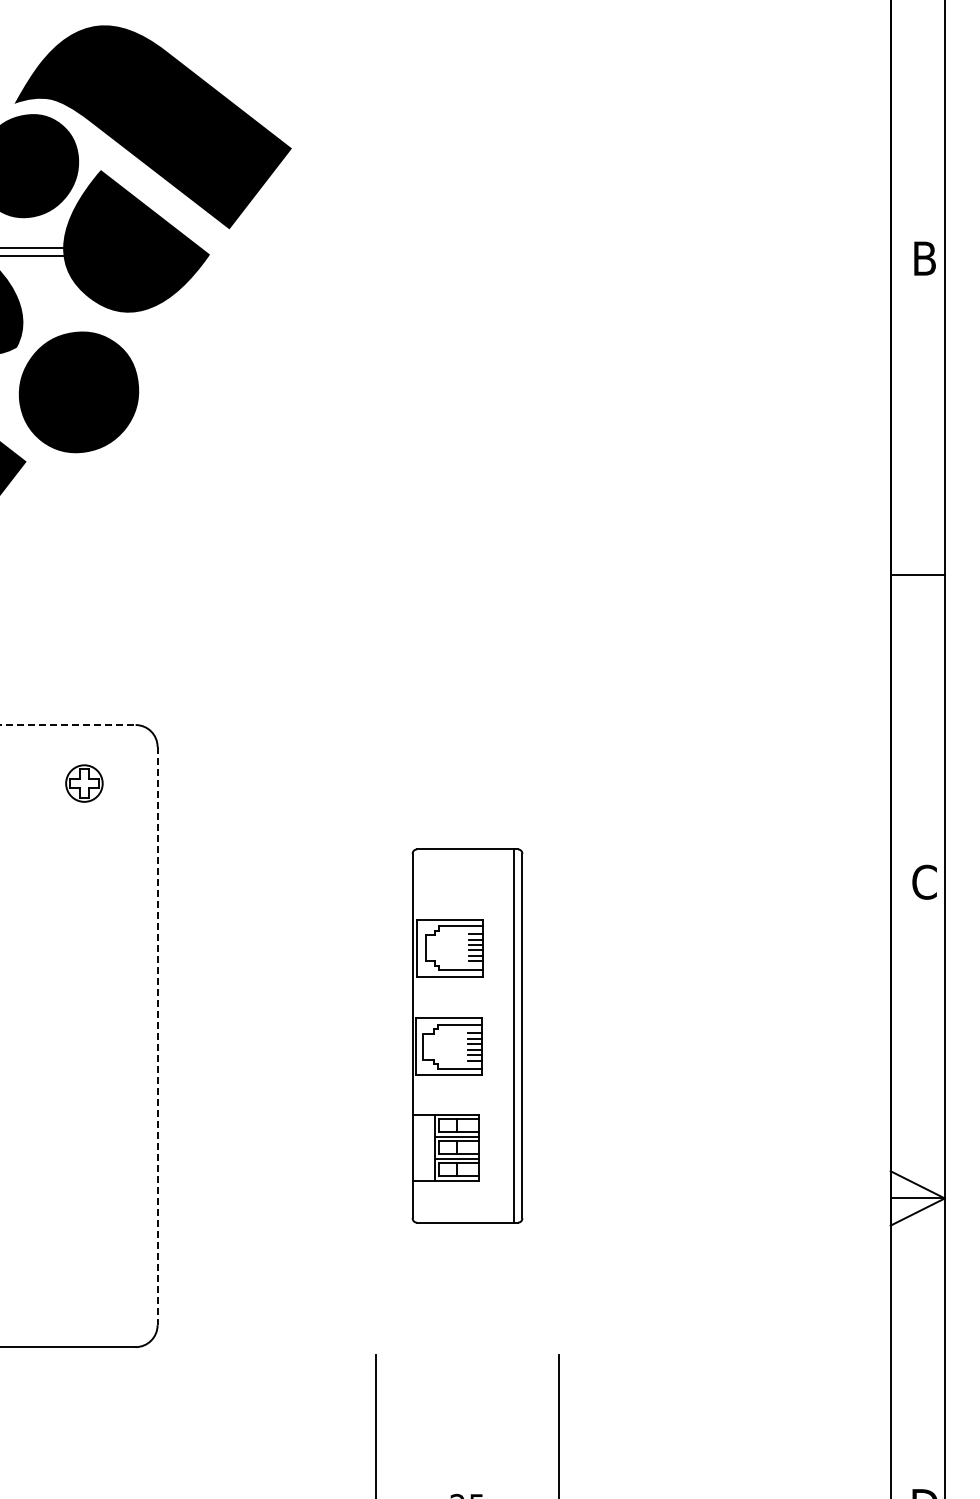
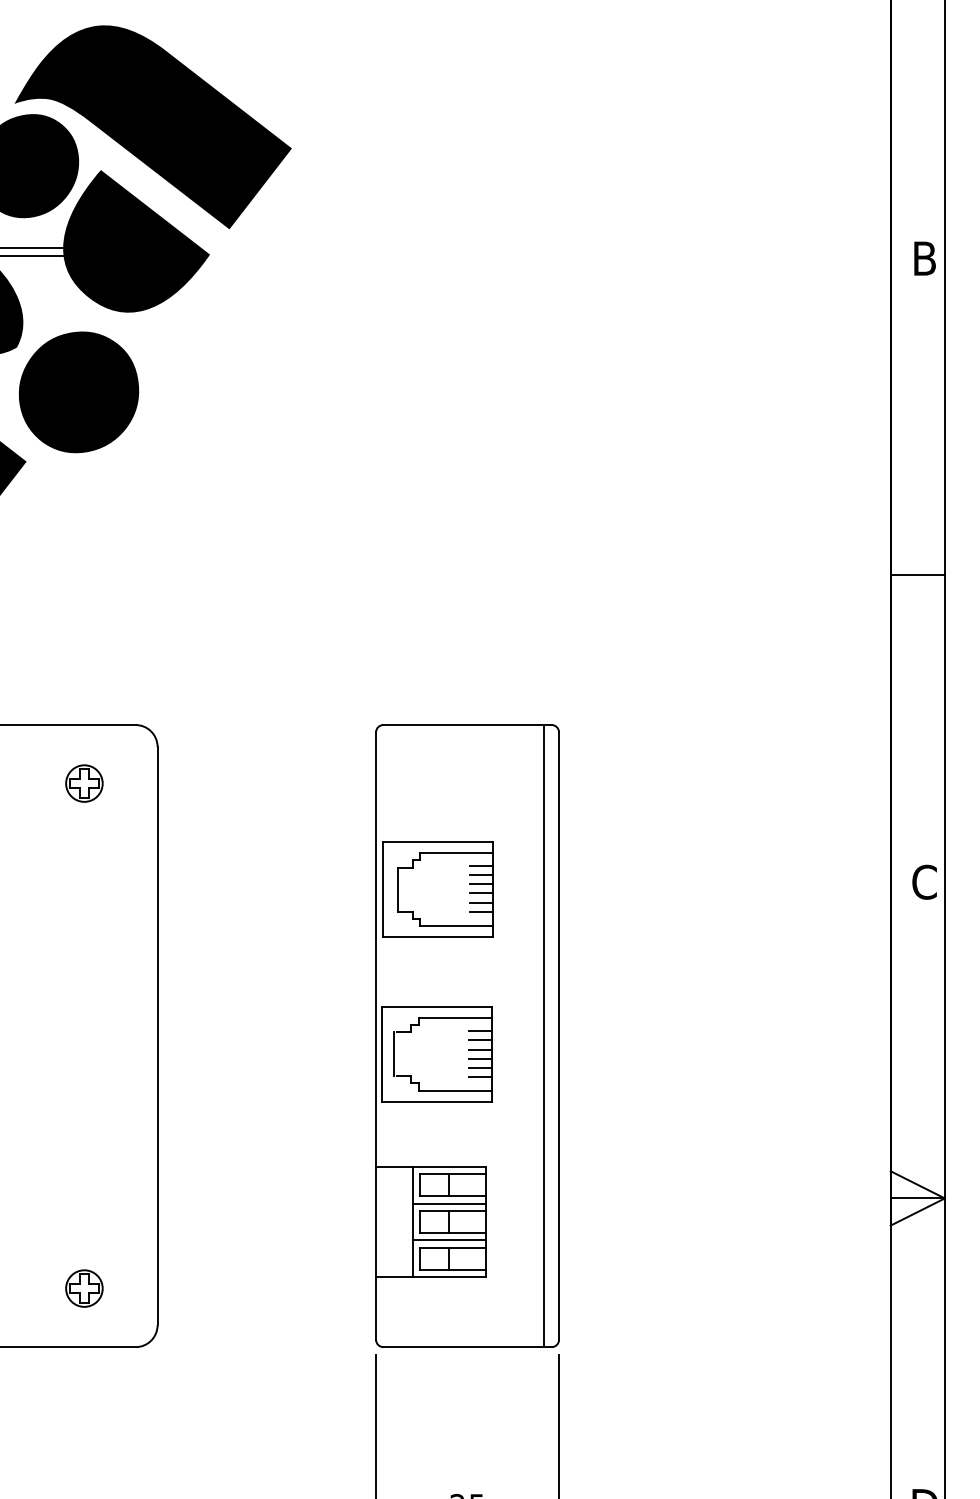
line at (68, 725): dashed -> solid
part at (467, 1035) size: 113x376 px -> 185x624 px
line at (157, 1036): dashed -> solid
part at (84, 1288): none -> present
